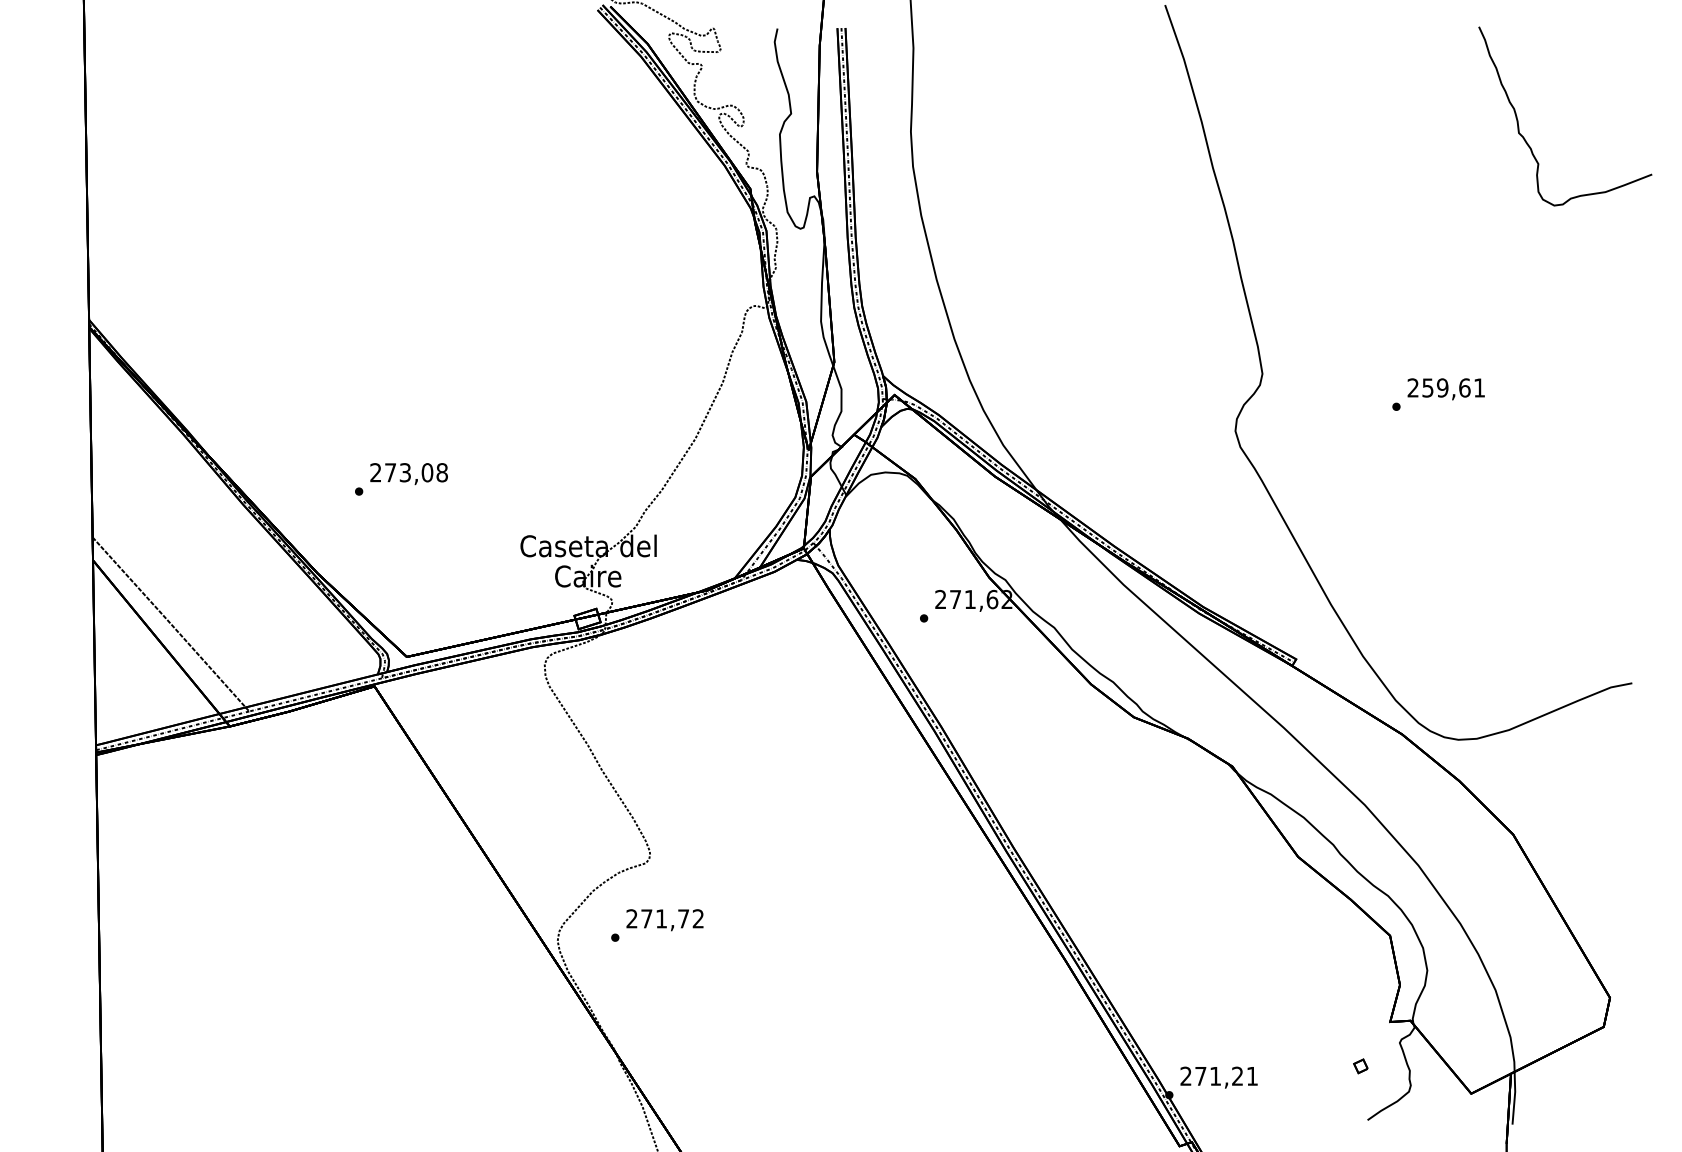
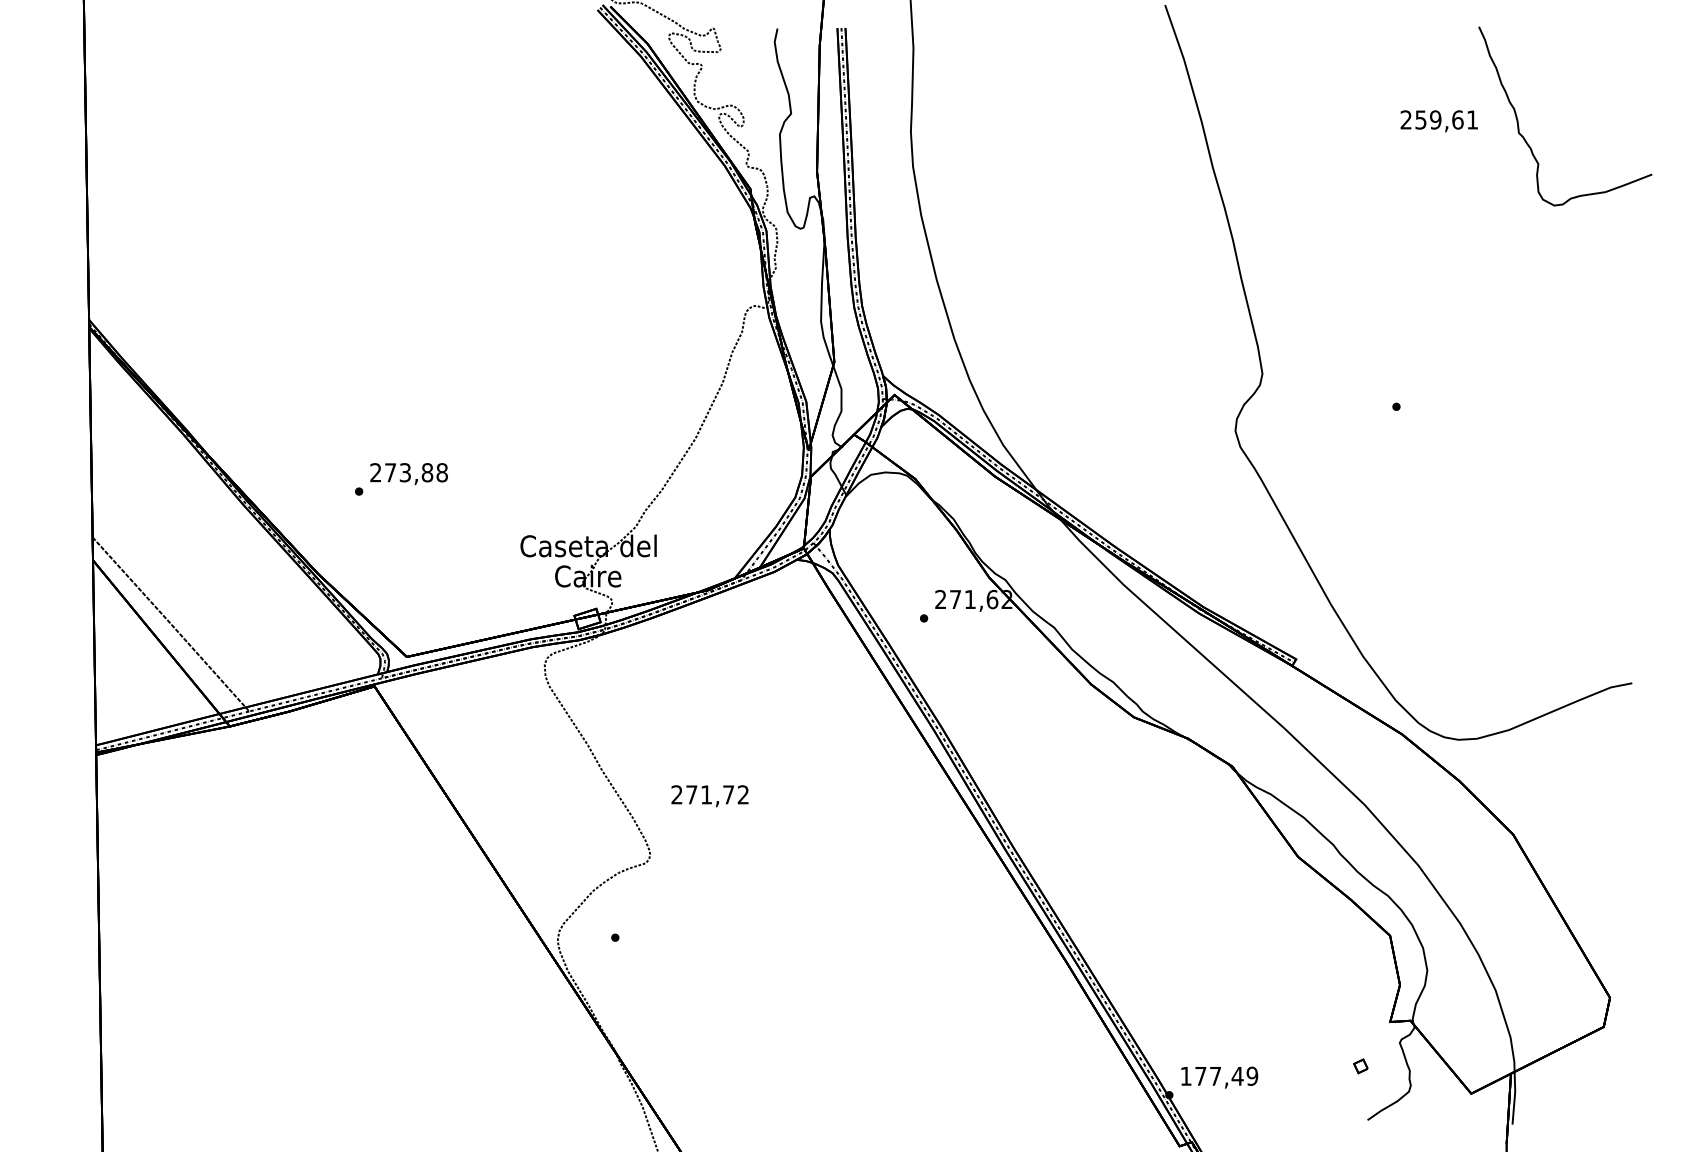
text at (1445, 389) position: (1445, 389) -> (1438, 121)
text at (427, 472): 273,08 -> 273,88
text at (664, 920) position: (664, 920) -> (709, 796)
text at (1219, 1075): 271,21 -> 177,49
